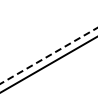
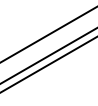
line at (48, 34): none -> present
line at (49, 55): dashed -> solid
